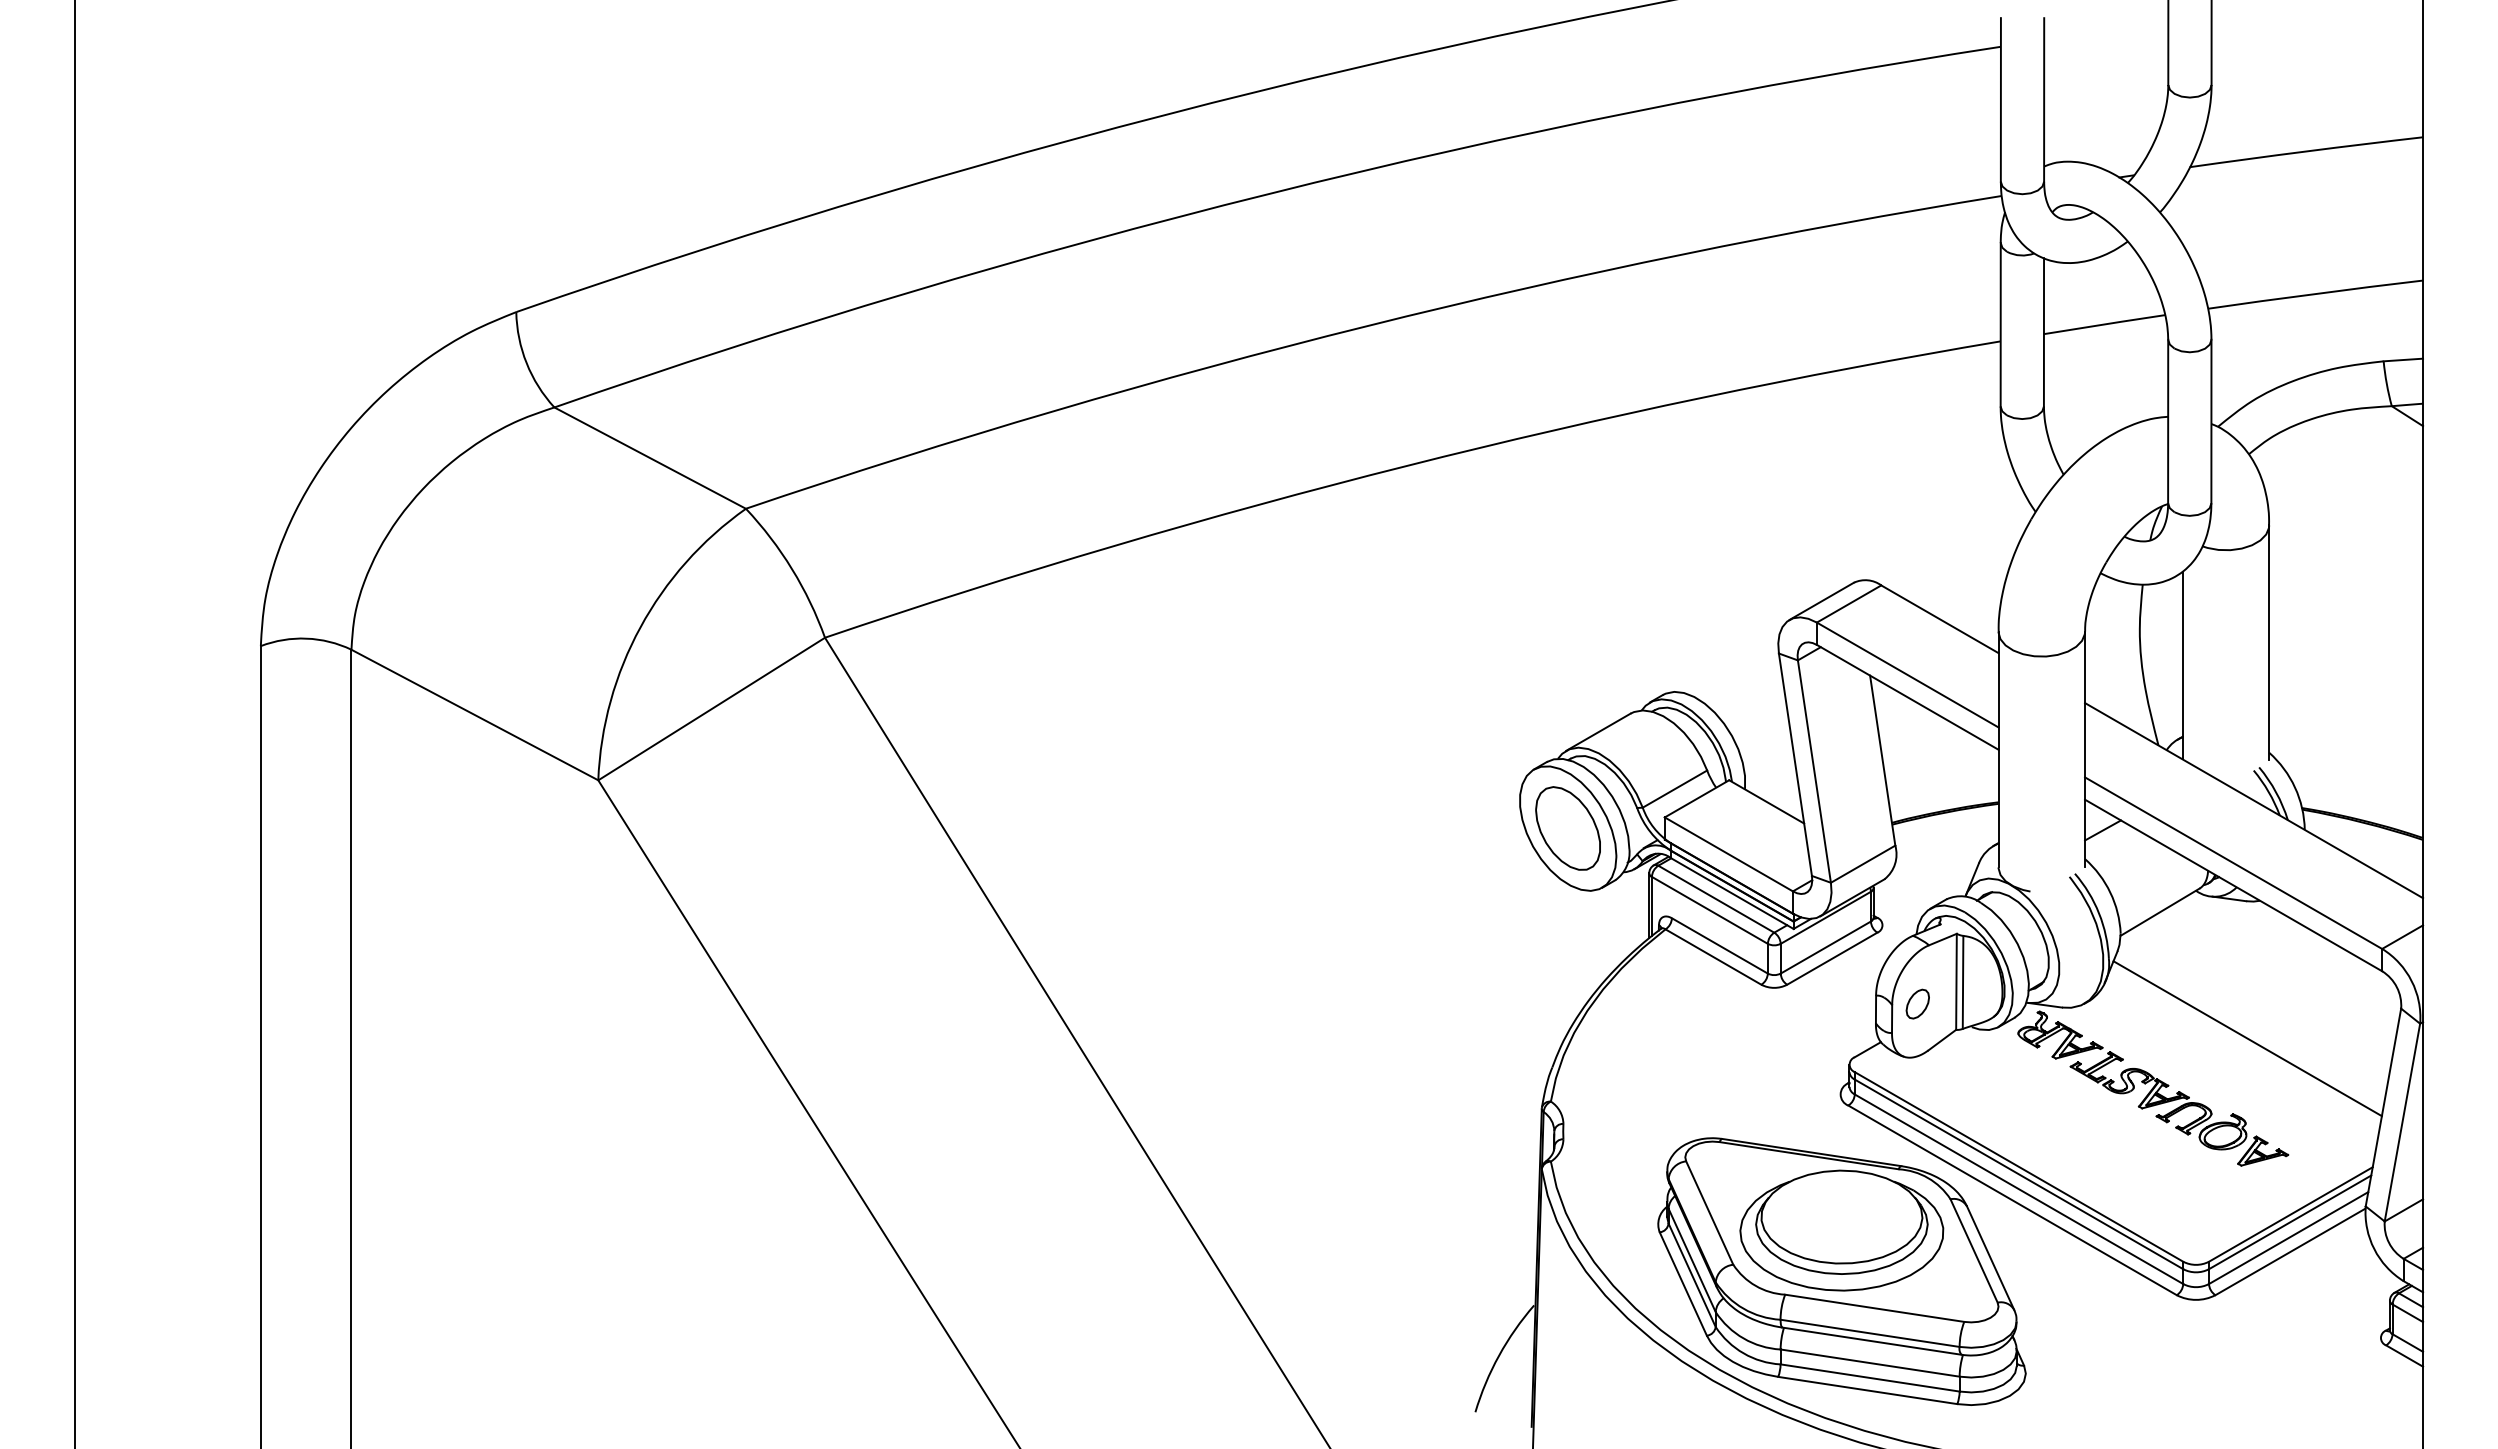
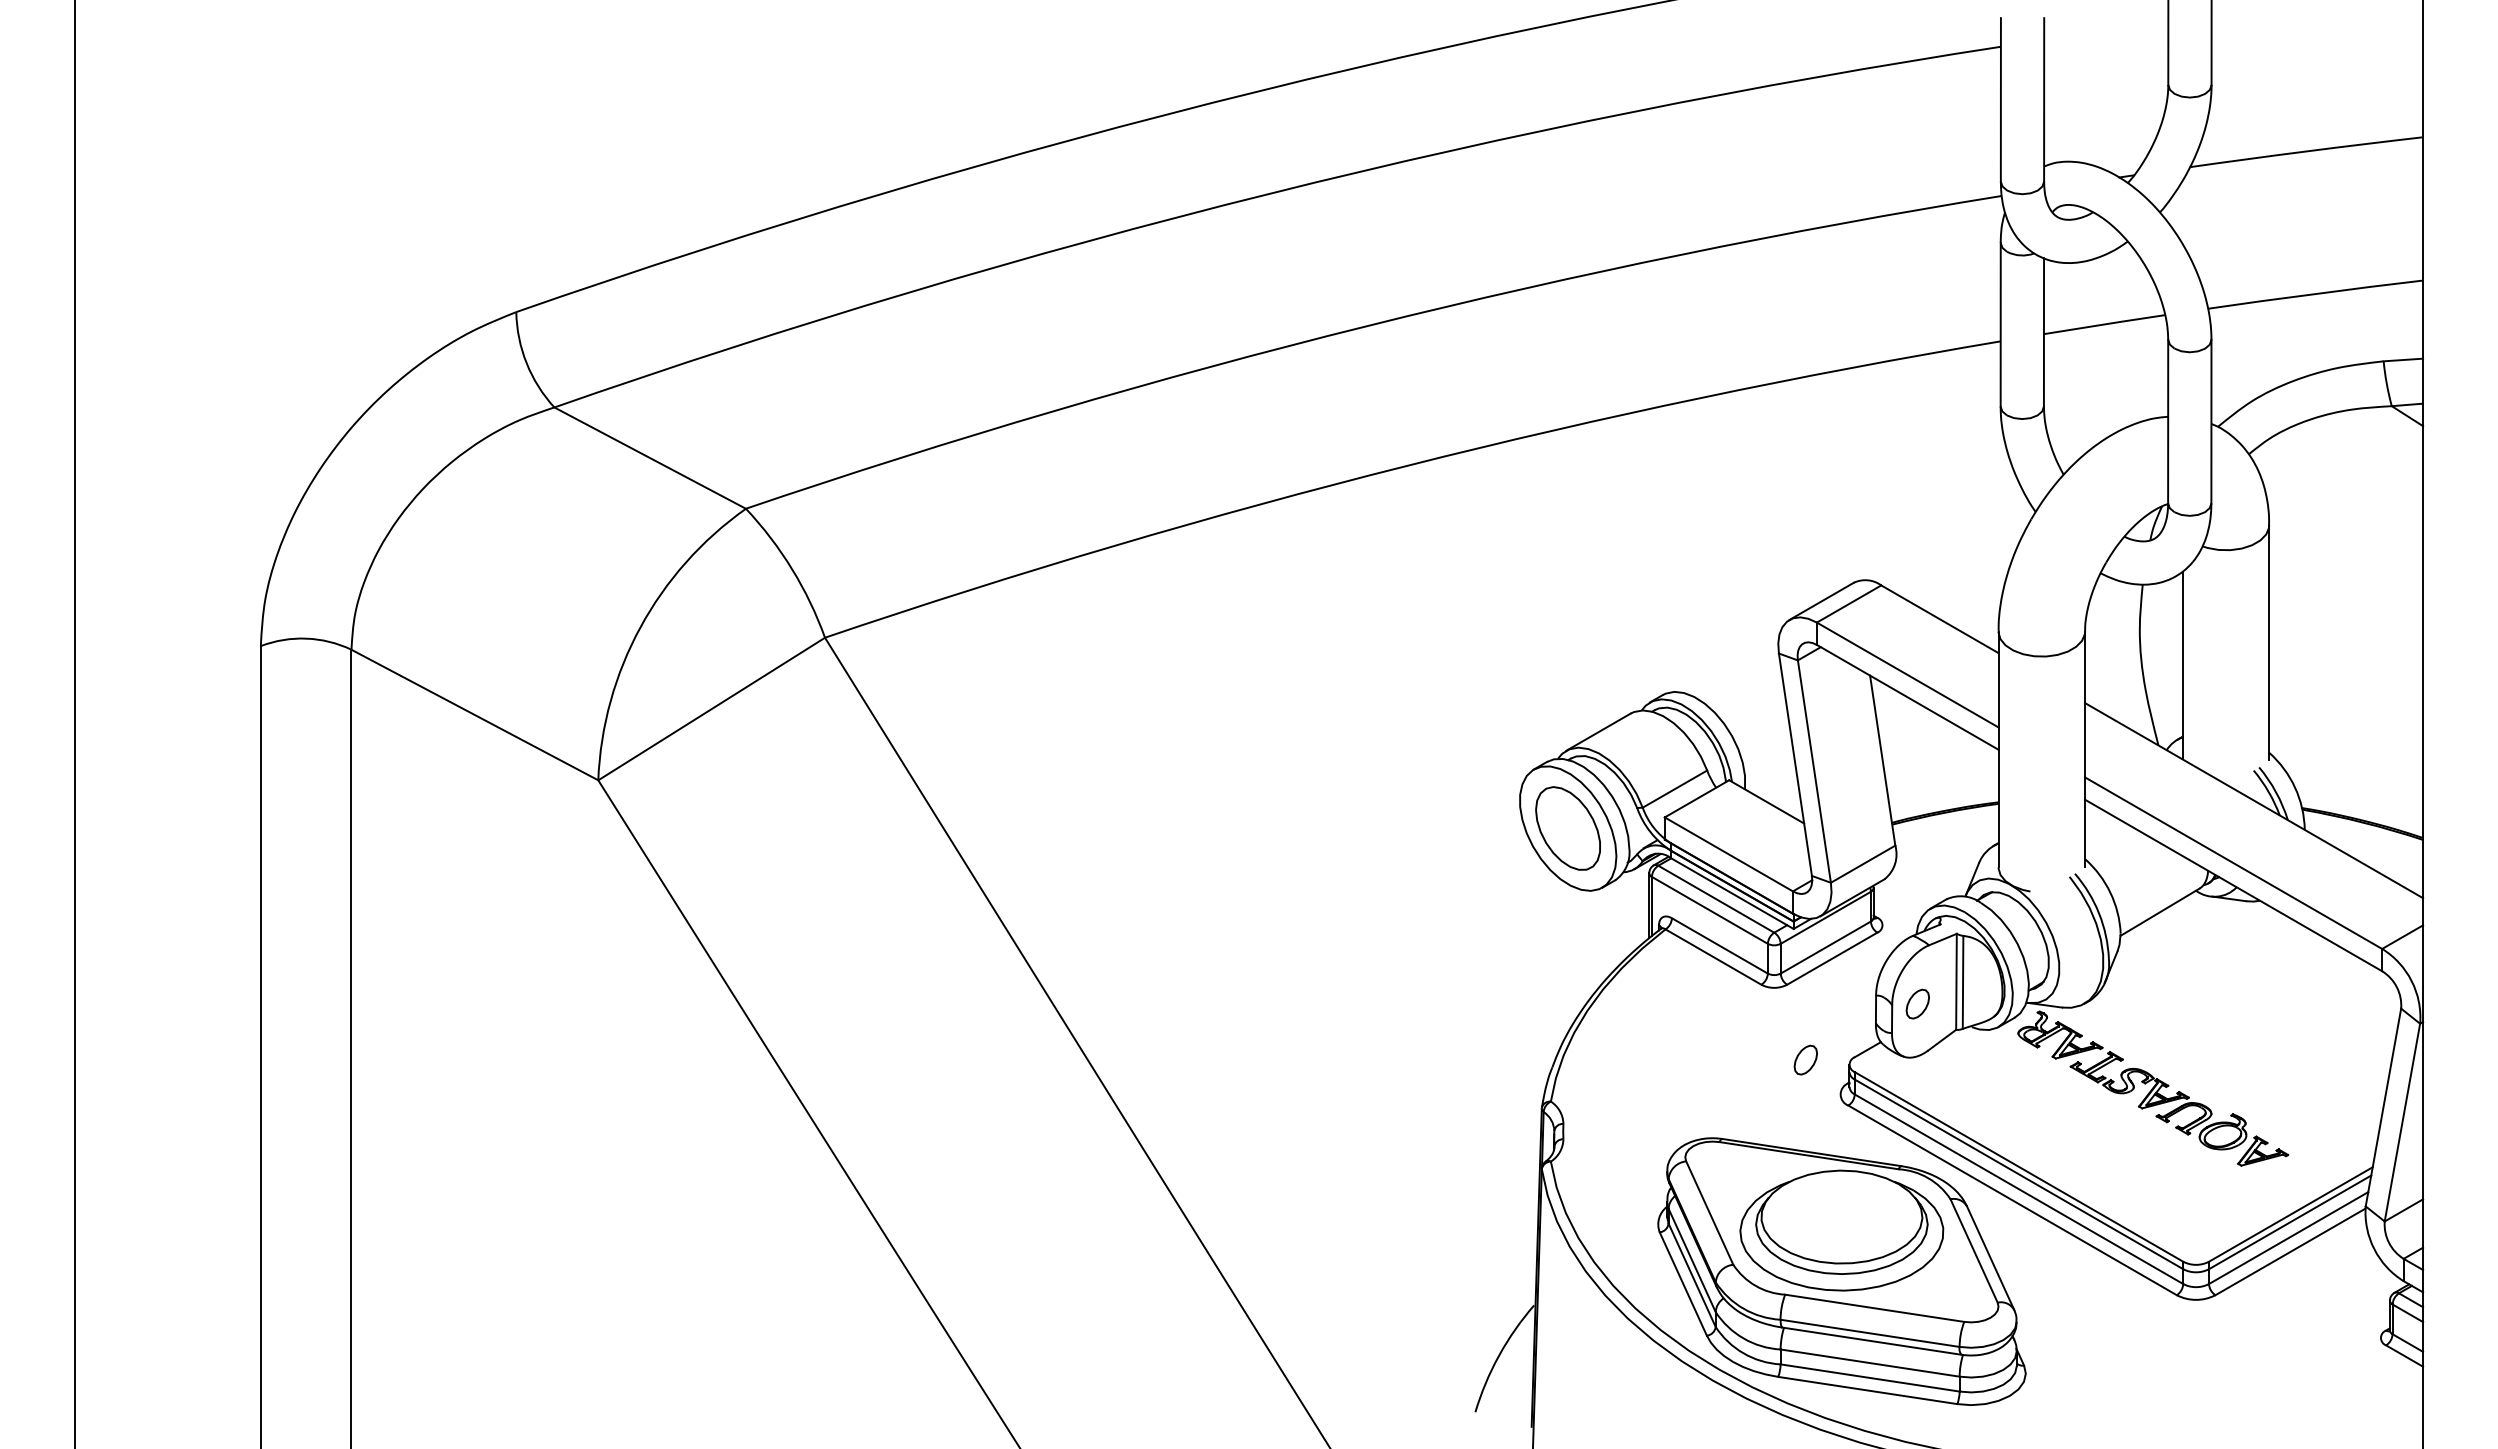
line at (2102, 830): present -> none
line at (2247, 1038): present -> none
part at (1805, 1059): none -> present
